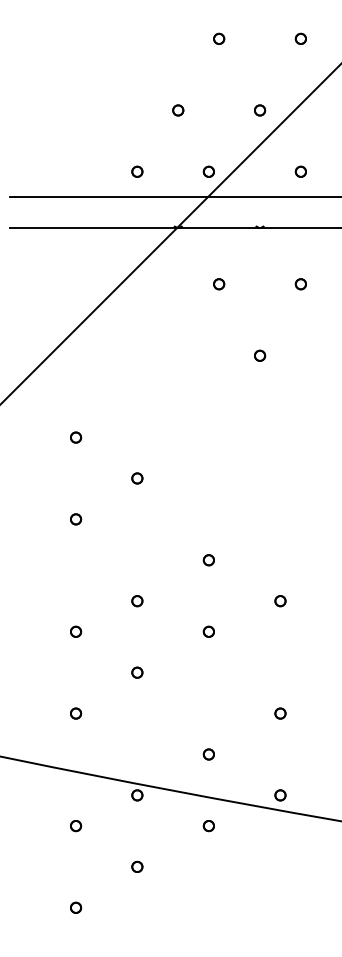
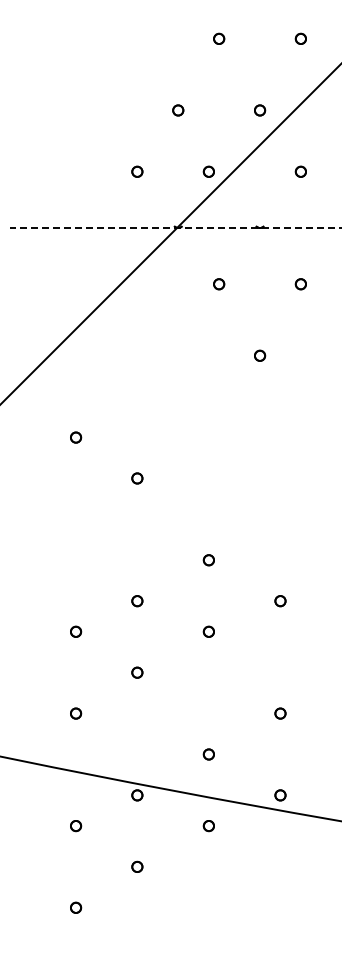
line at (173, 197): present -> none
line at (175, 228): solid -> dashed
part at (76, 519): present -> none
